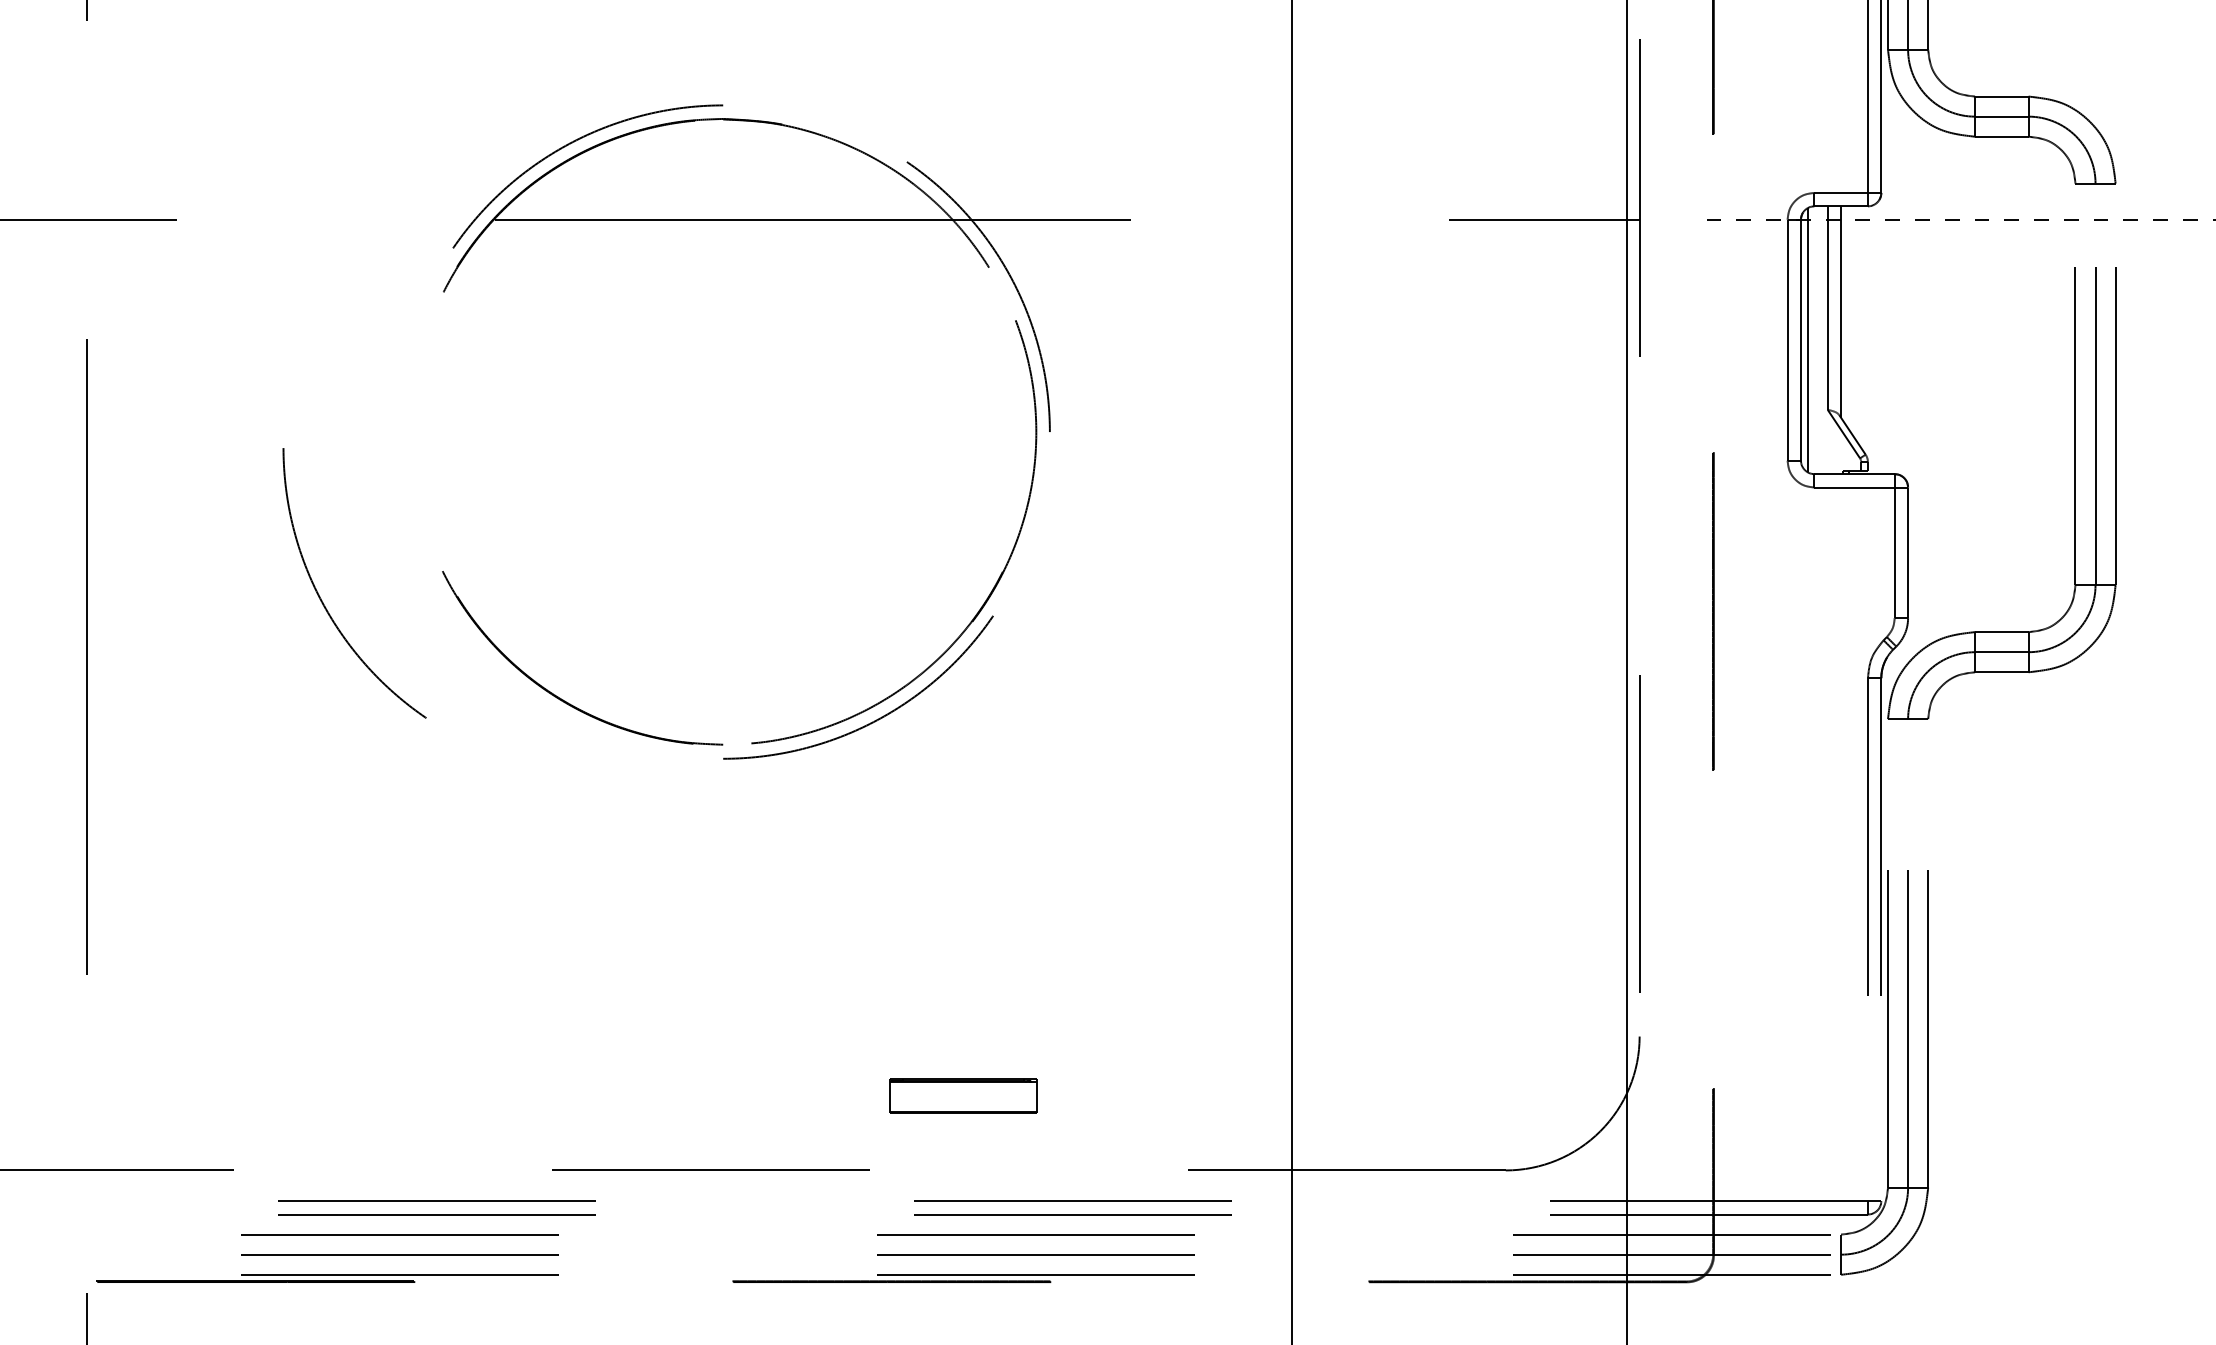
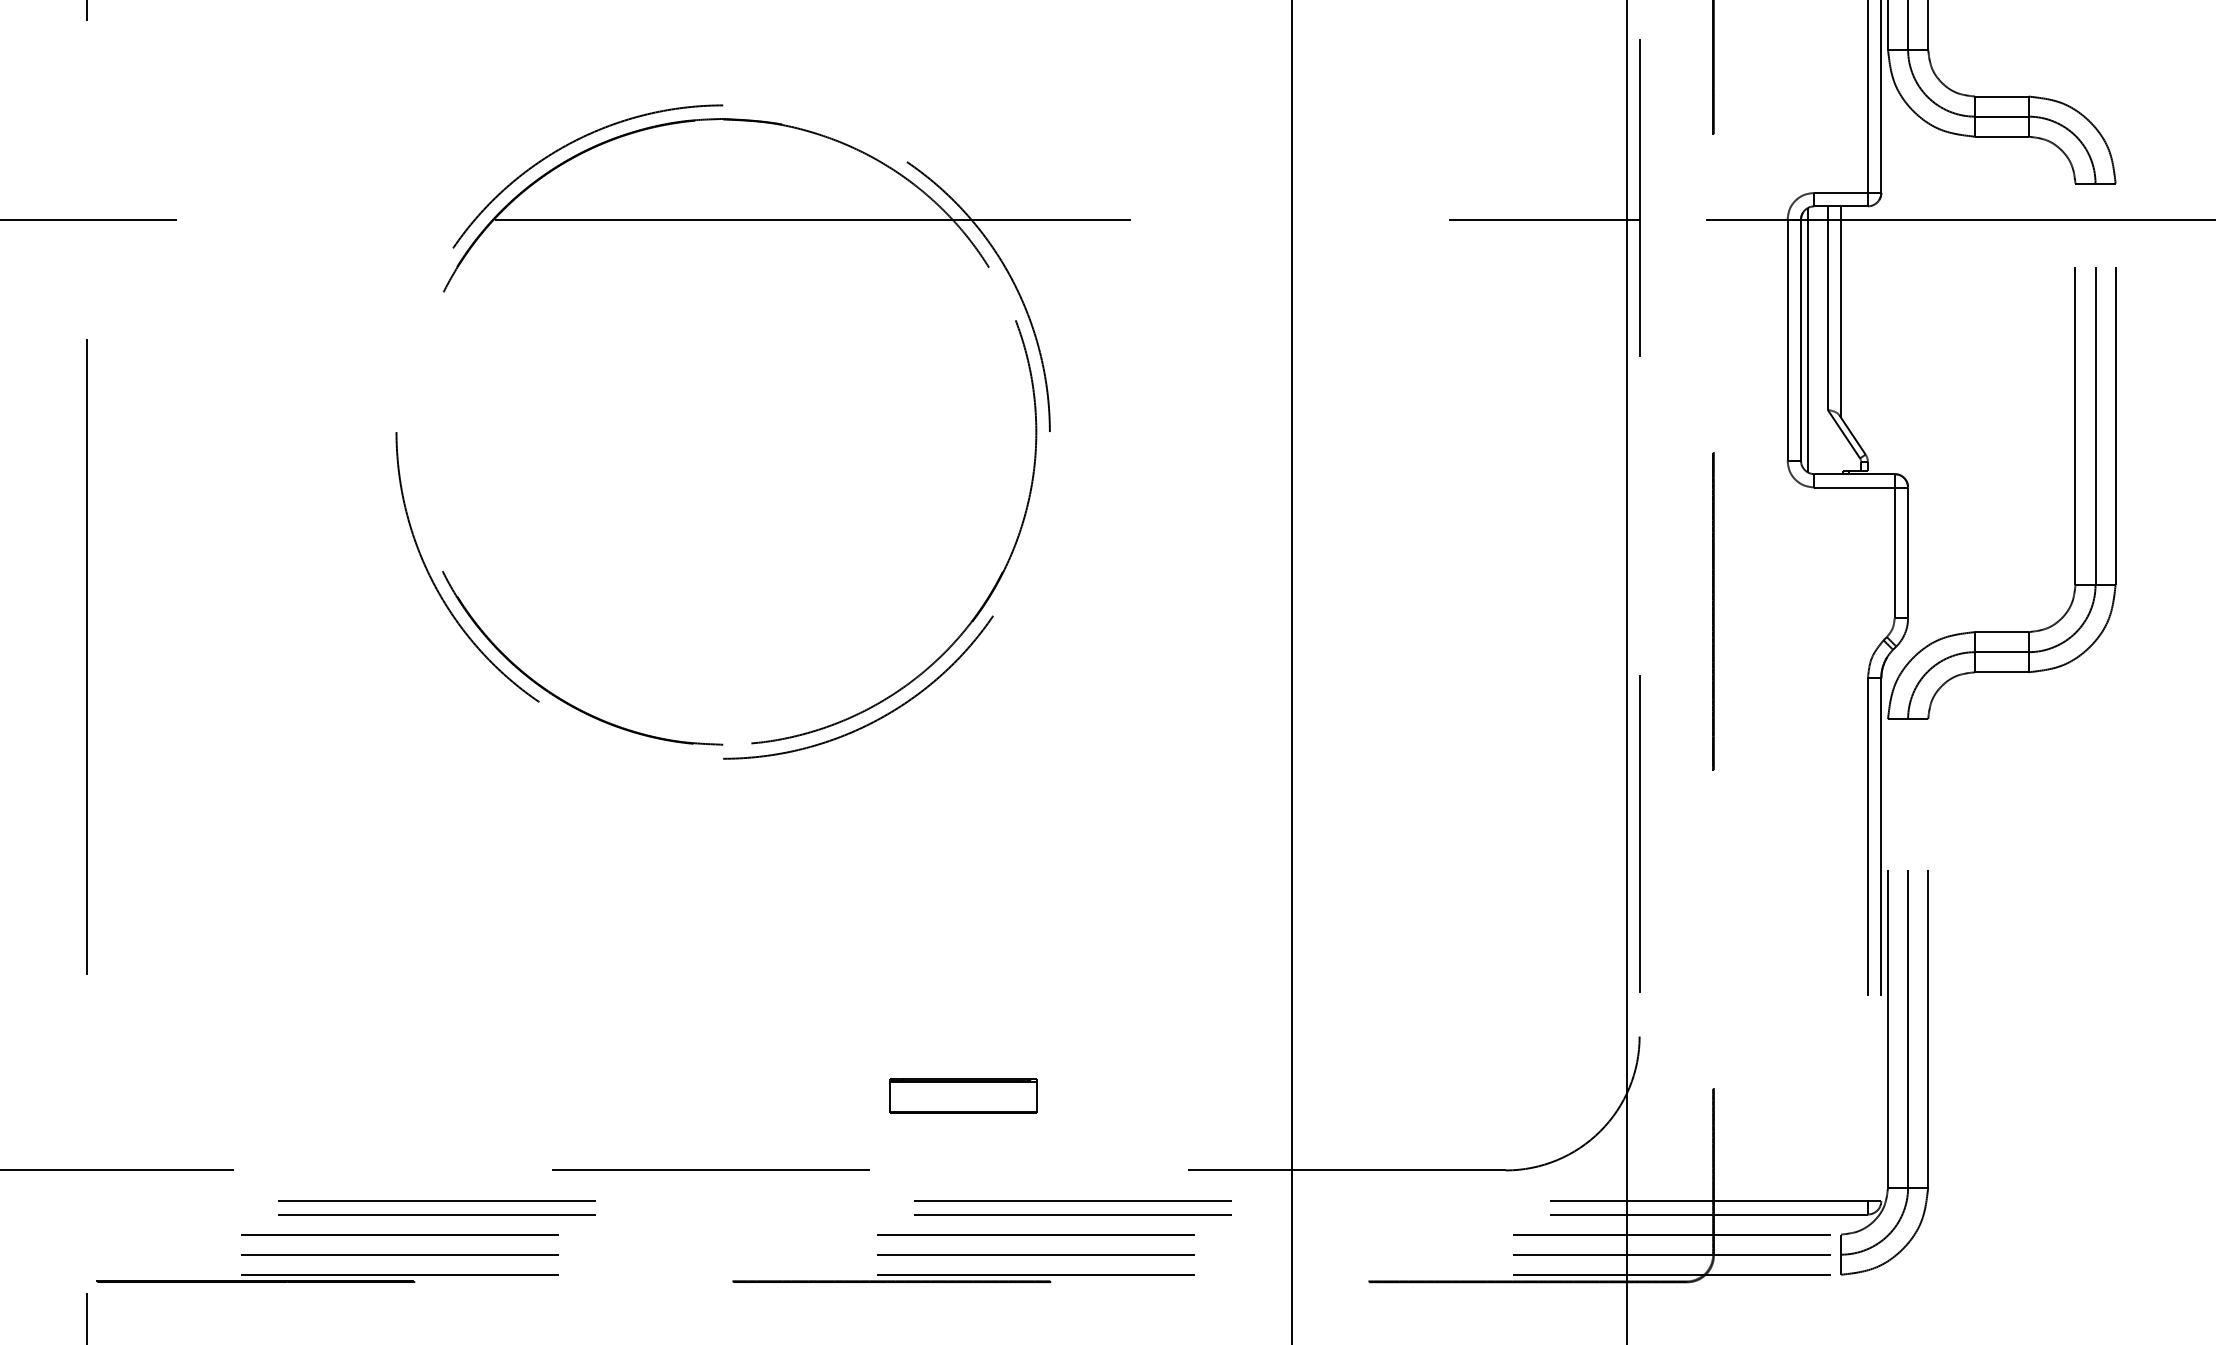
line at (1961, 219): dashed -> solid
curve at (322, 600) position: (322, 600) -> (435, 584)
